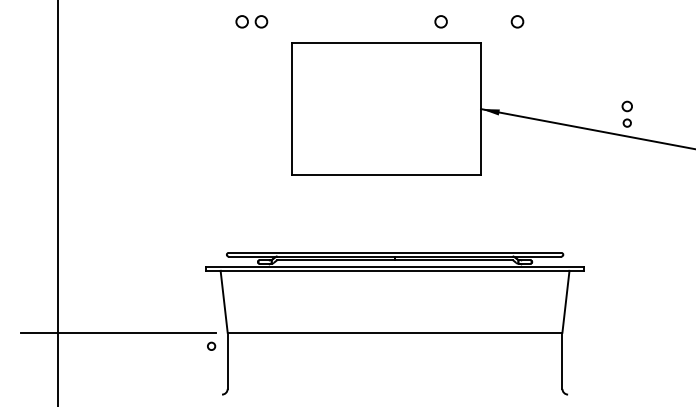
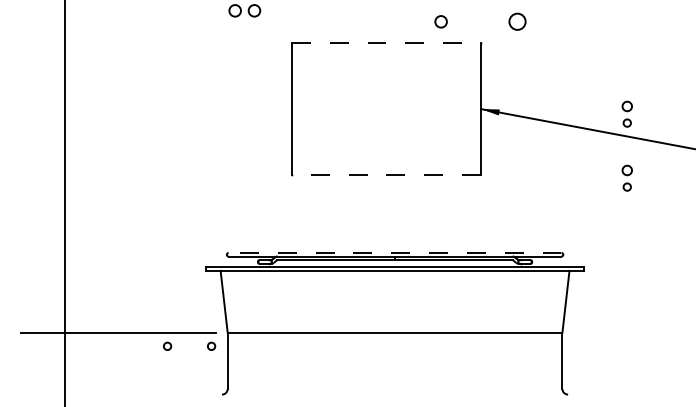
part at (251, 21) position: (251, 21) -> (244, 10)
circle at (517, 21) size: 15x14 px -> 19x19 px
line at (386, 42): solid -> dashed
line at (386, 175): solid -> dashed
part at (626, 177): none -> present
line at (58, 202) position: (58, 202) -> (65, 202)
line at (394, 252): solid -> dashed
circle at (167, 345): none -> present
